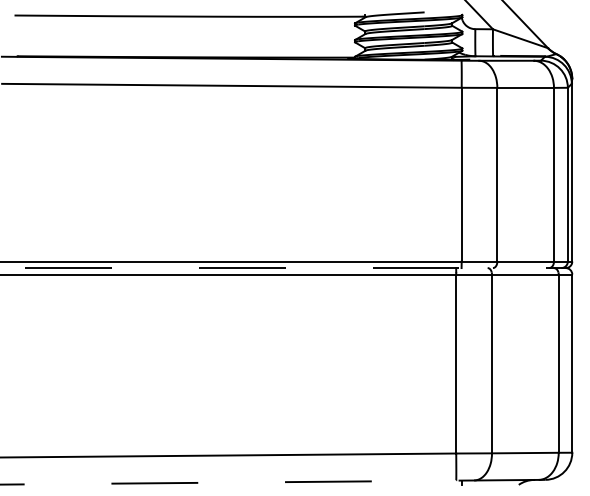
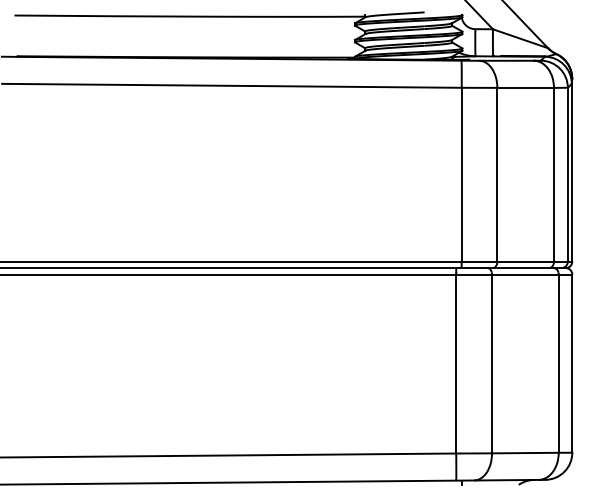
line at (283, 268): dashed -> solid
line at (272, 482): dashed -> solid
